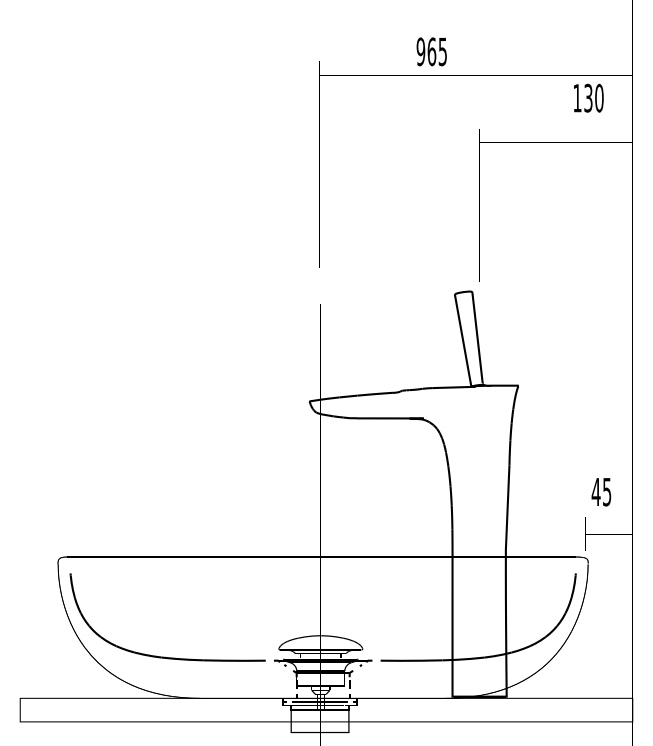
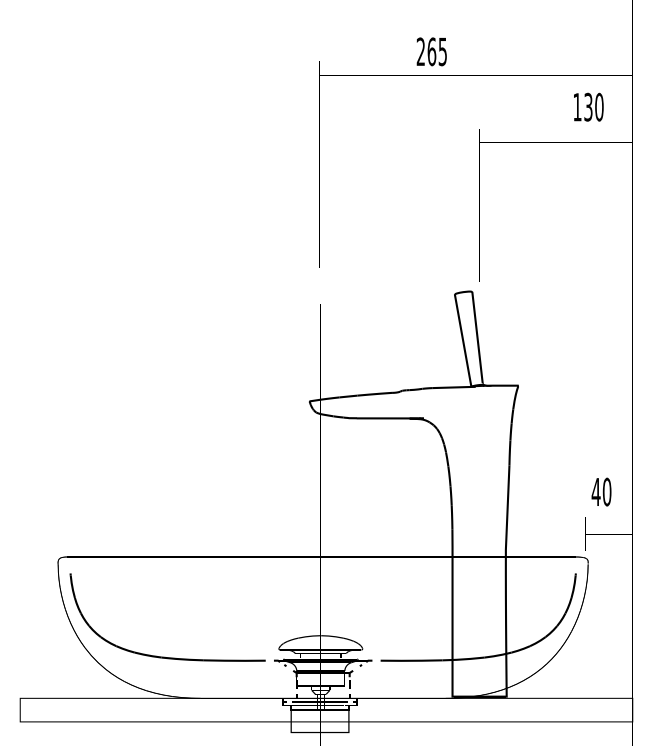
text at (420, 51): 965 -> 265
text at (588, 97) position: (588, 97) -> (588, 106)
text at (606, 491): 45 -> 40
